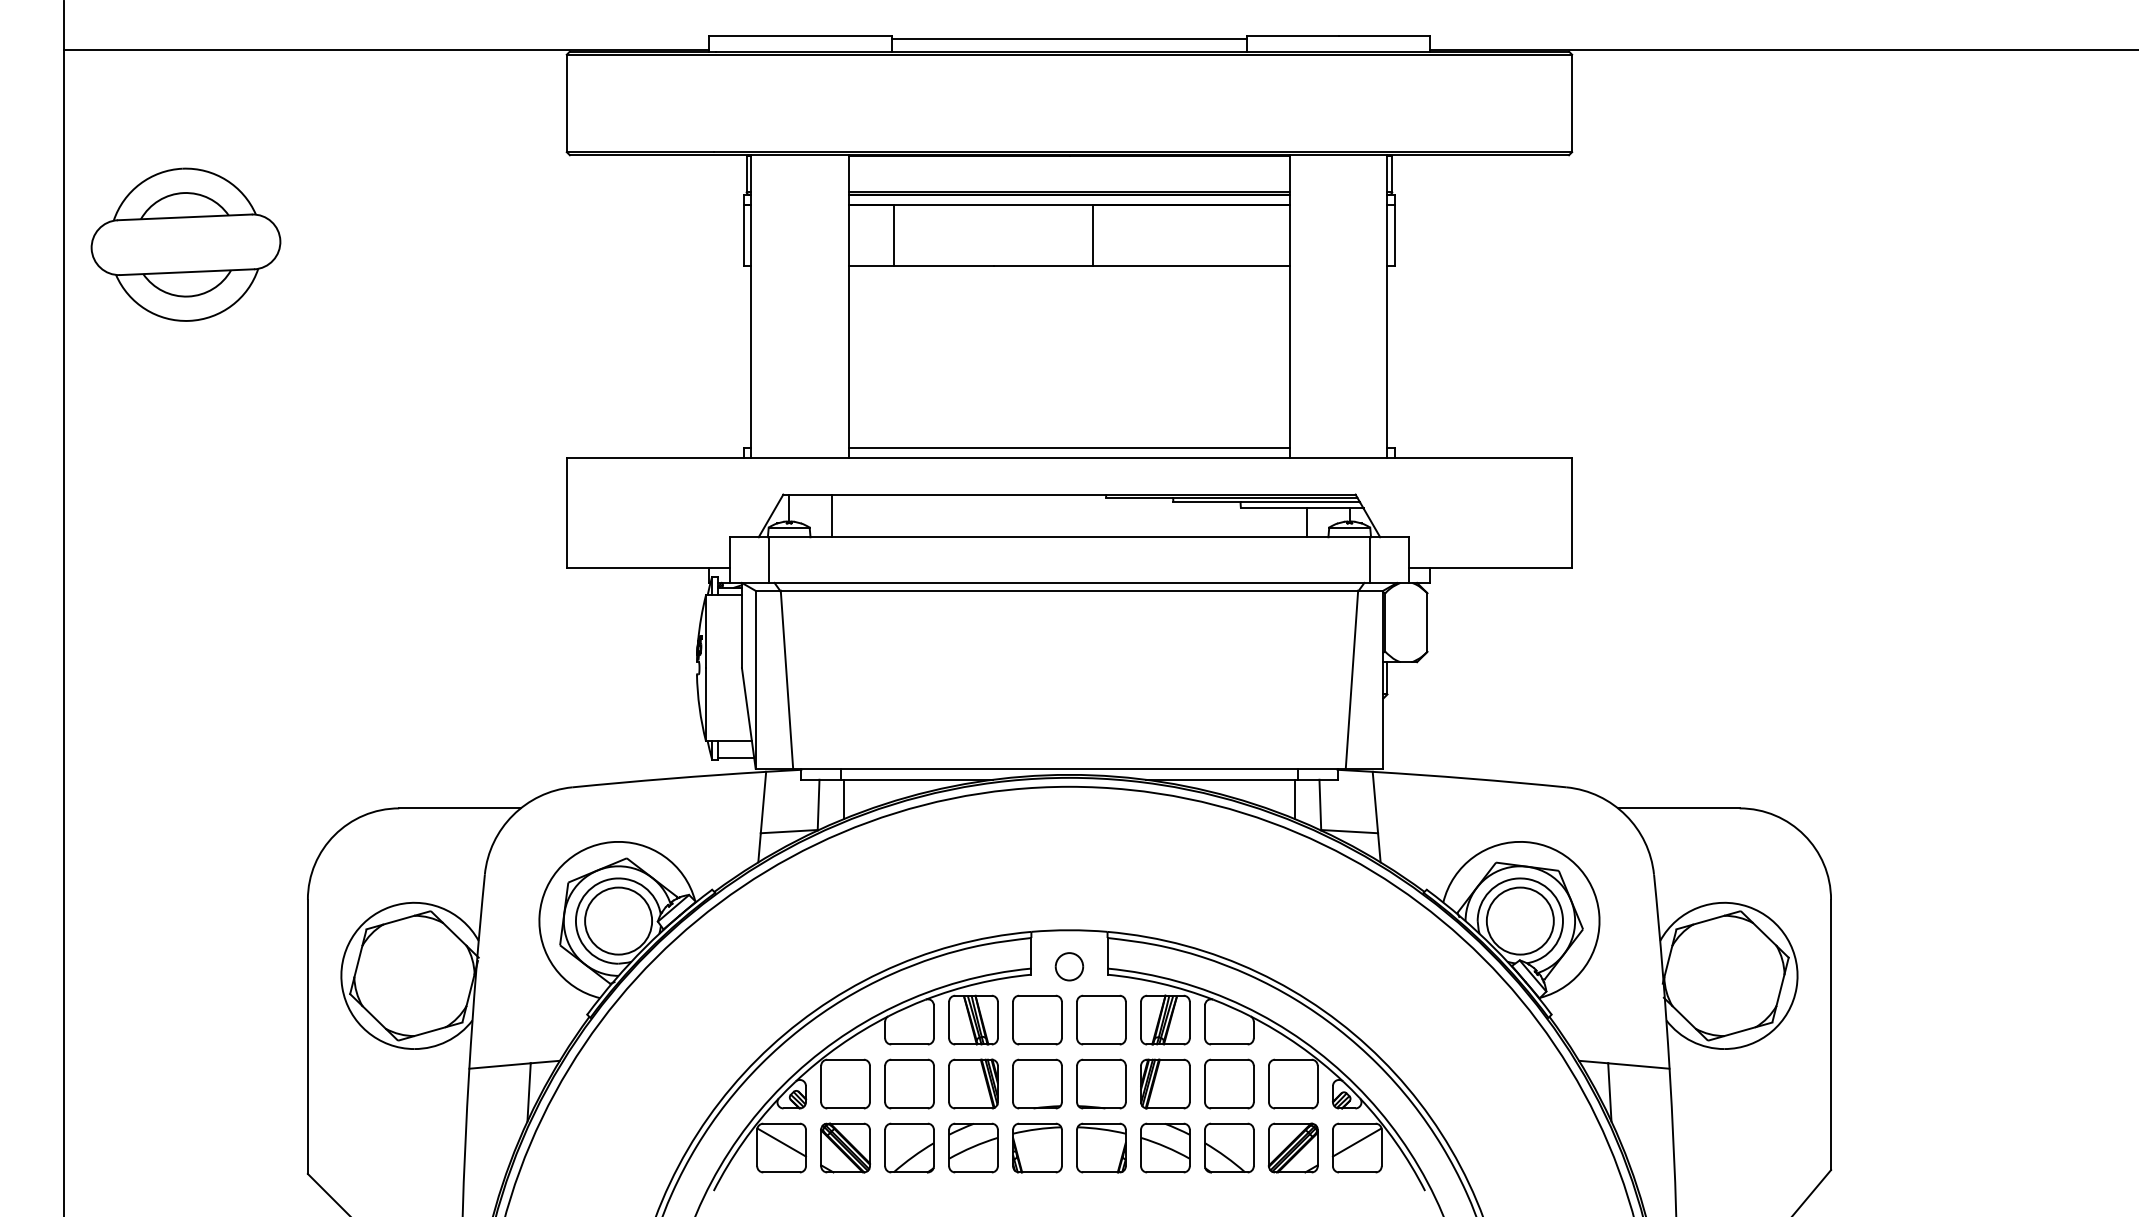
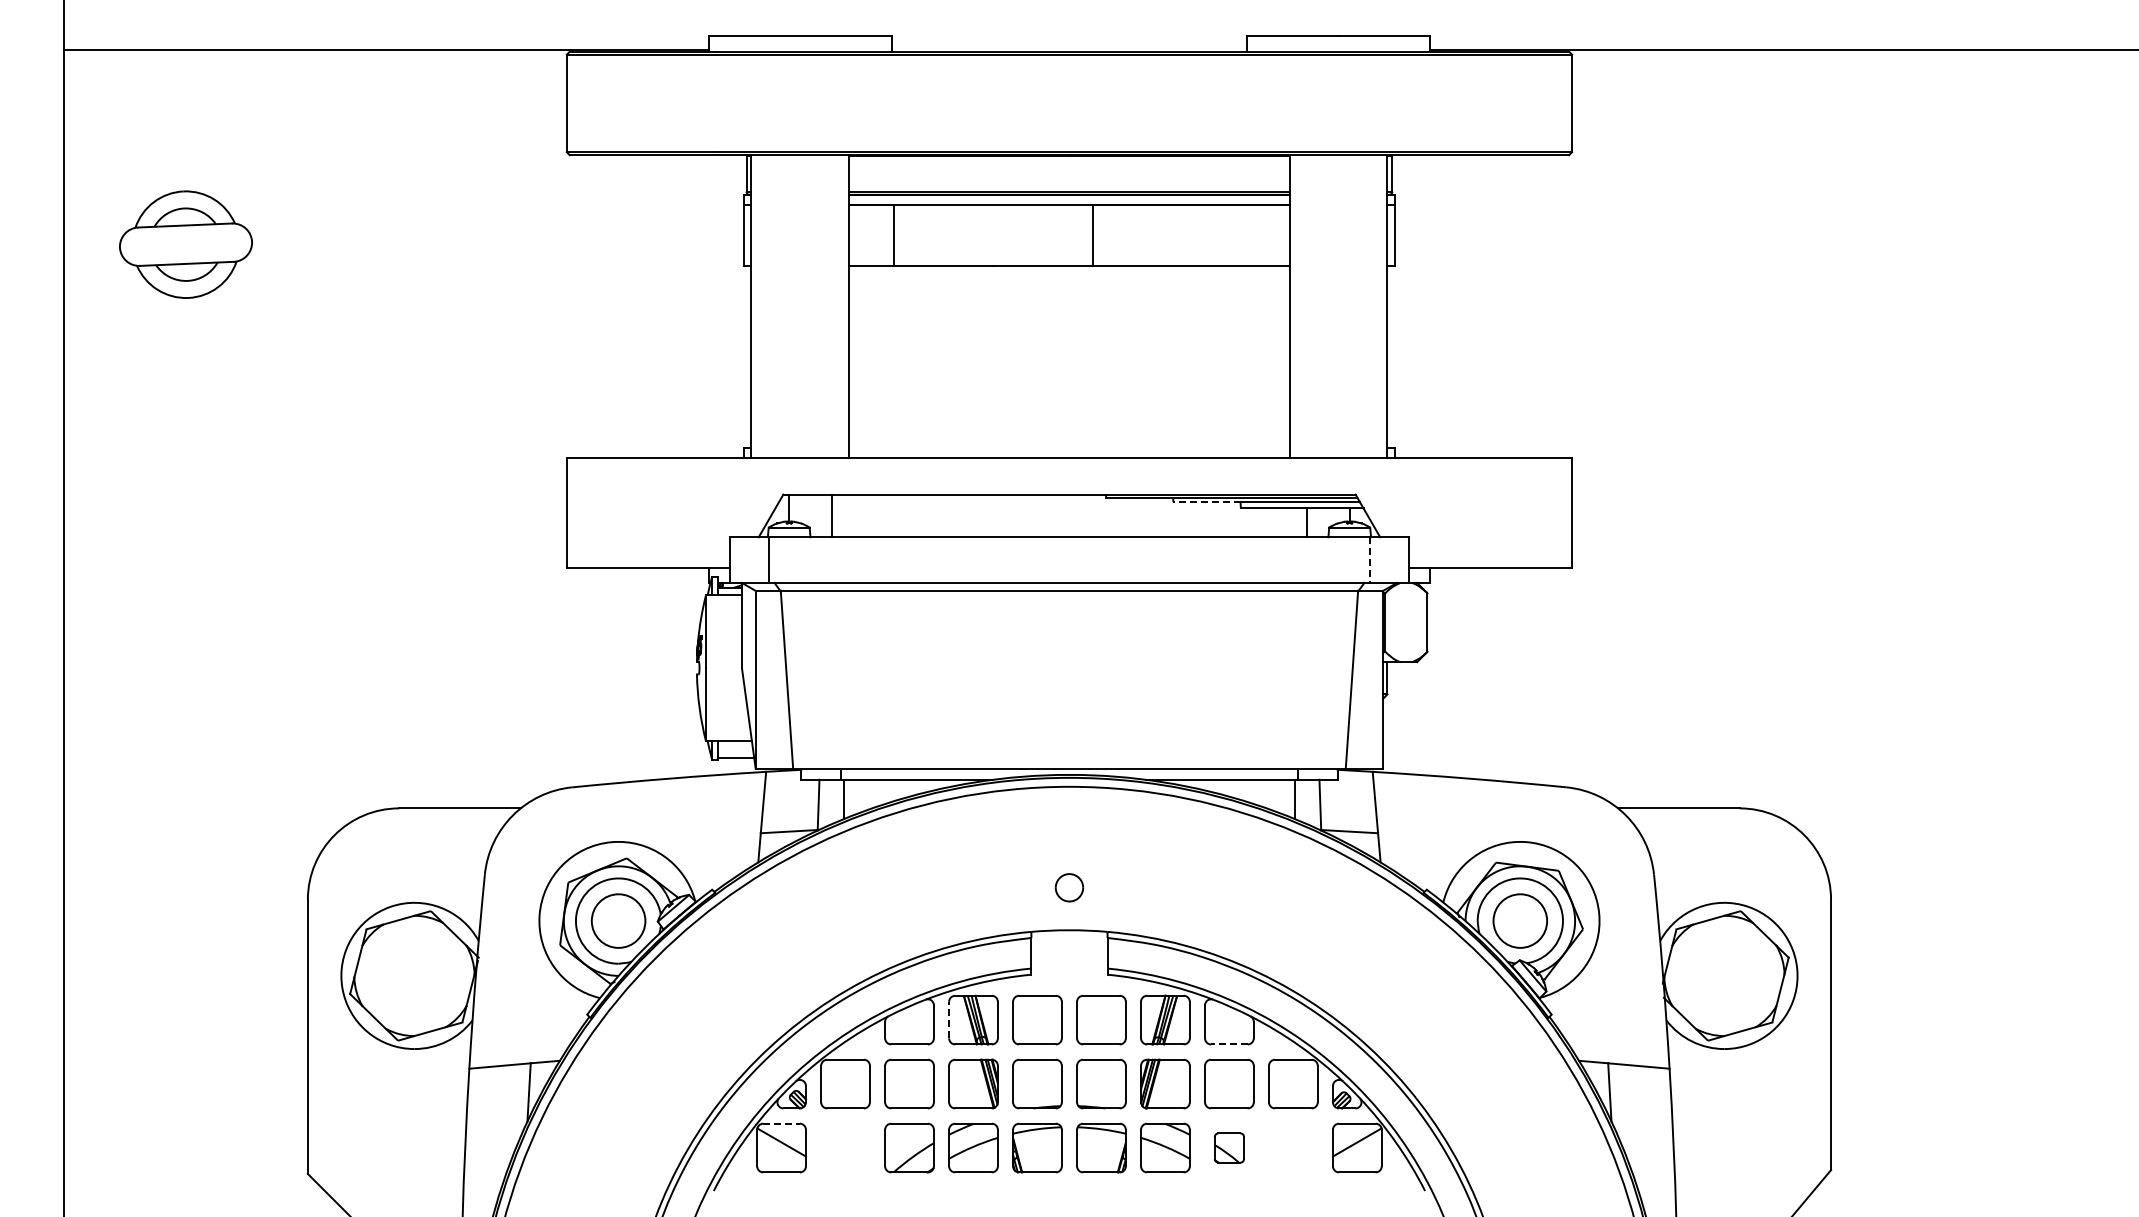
line at (1069, 39): present -> none
part at (185, 244) size: 192x155 px -> 134x109 px
line at (1068, 448): present -> none
line at (1206, 502): solid -> dashed
line at (1370, 560): solid -> dashed
circle at (618, 920) diameter: 67 px -> 54 px
circle at (1519, 920) diameter: 67 px -> 54 px
part at (1069, 966) position: (1069, 966) -> (1069, 887)
line at (949, 1019): solid -> dashed
line at (1228, 1044): solid -> dashed
line at (782, 1123): solid -> dashed
part at (845, 1147): present -> none
part at (1229, 1147) size: 51x52 px -> 31x32 px
part at (1293, 1147): present -> none
